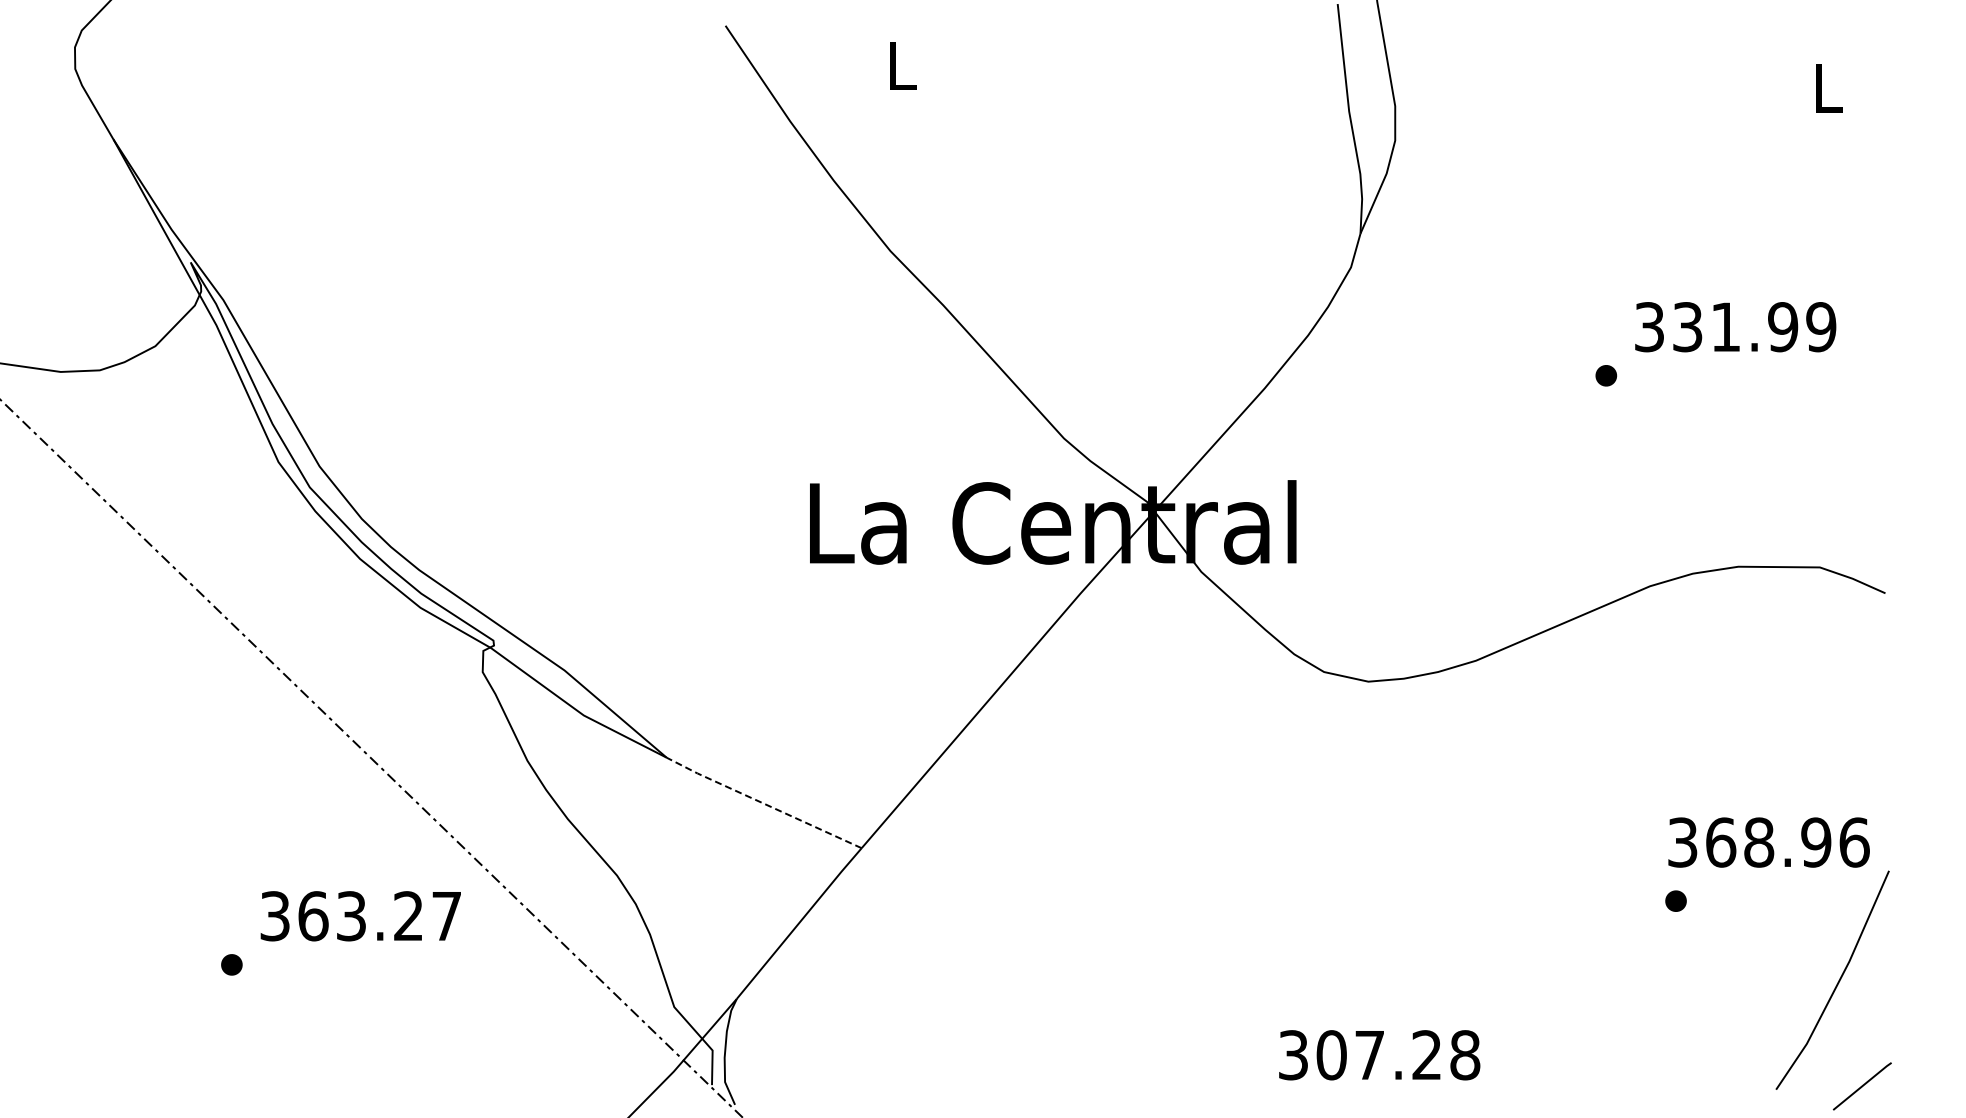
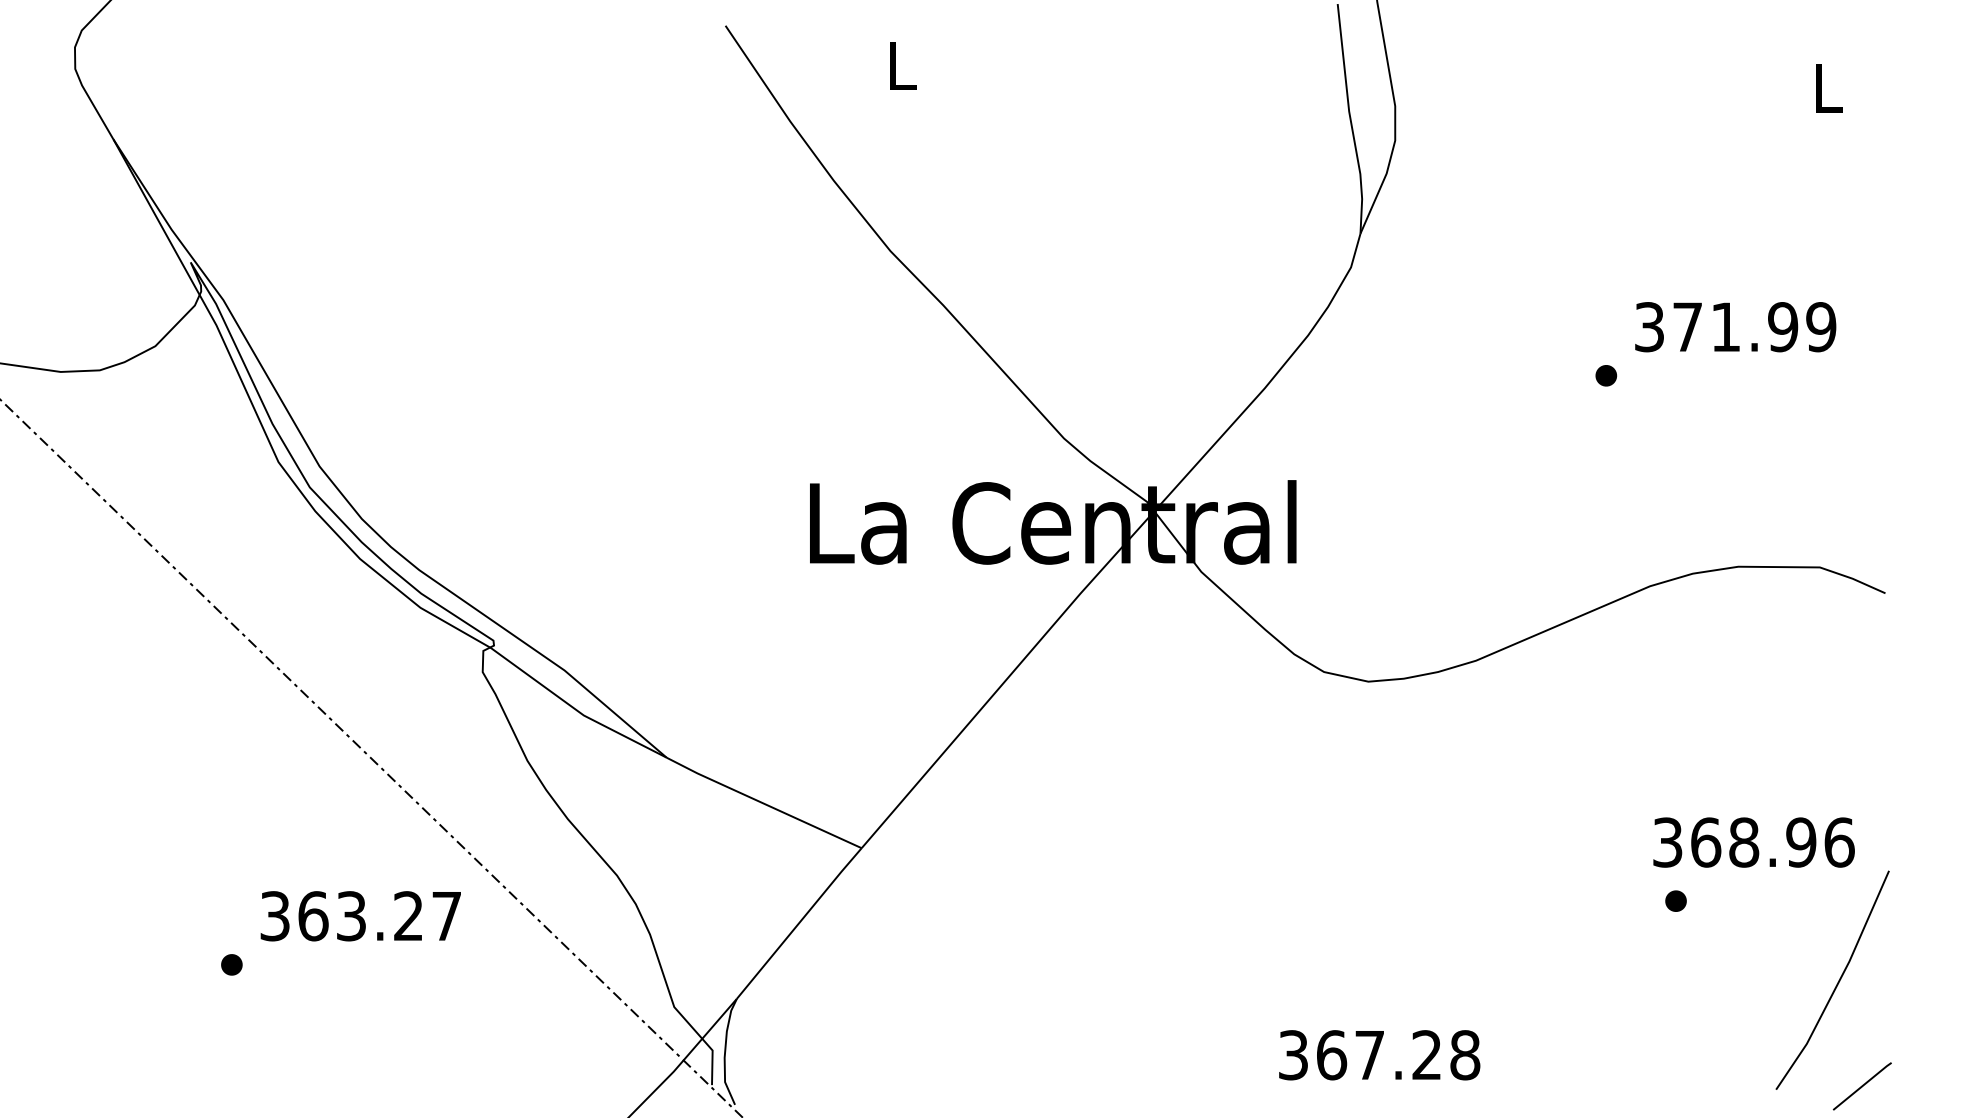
text at (1687, 327): 331.99 -> 371.99
line at (762, 803): dashed -> solid
text at (1768, 842) position: (1768, 842) -> (1753, 842)
text at (1331, 1055): 307.28 -> 367.28
